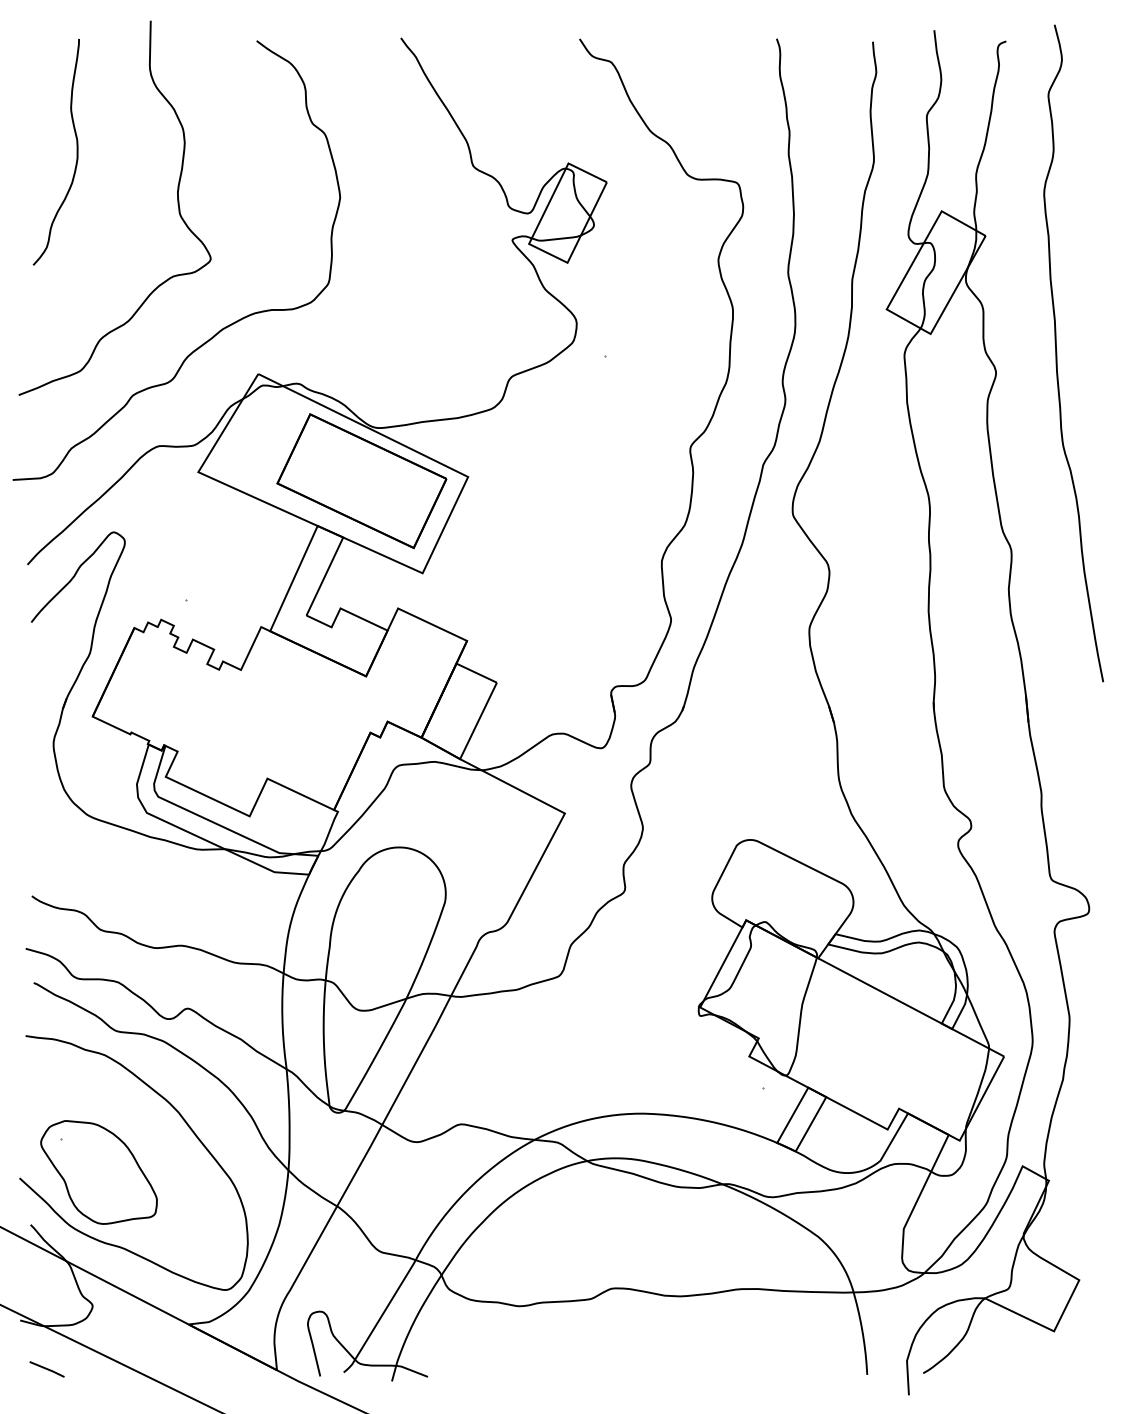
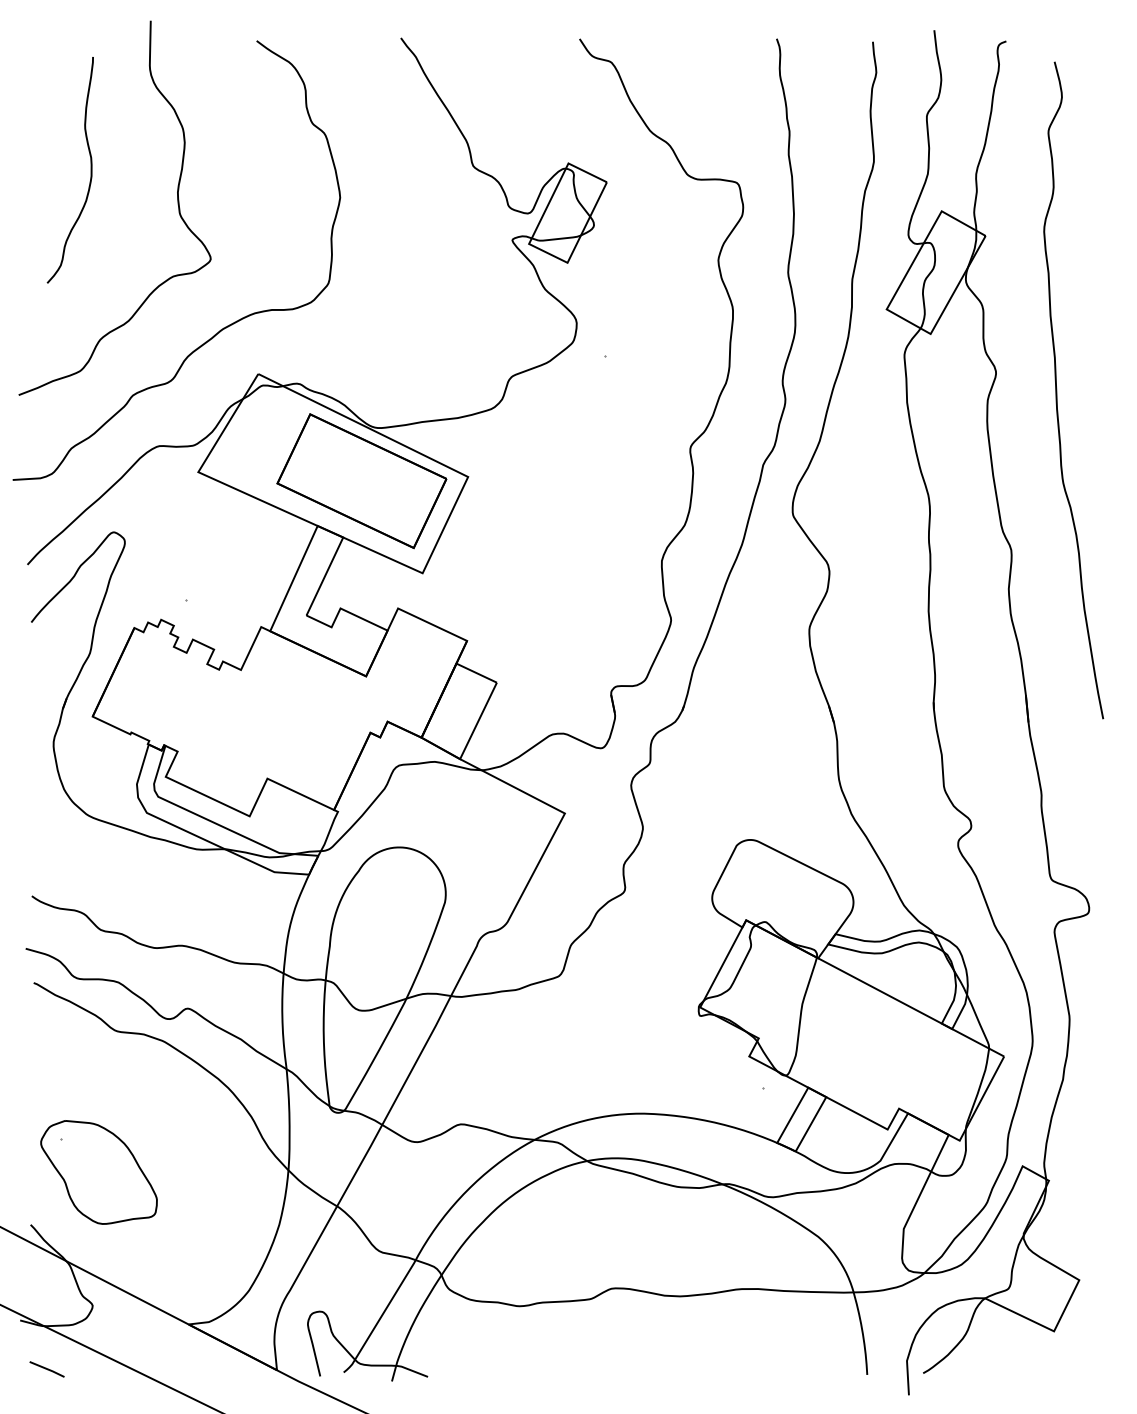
curve at (76, 152) position: (76, 152) -> (90, 170)
curve at (1057, 353) position: (1057, 353) -> (1057, 390)
curve at (185, 1123): present -> none
